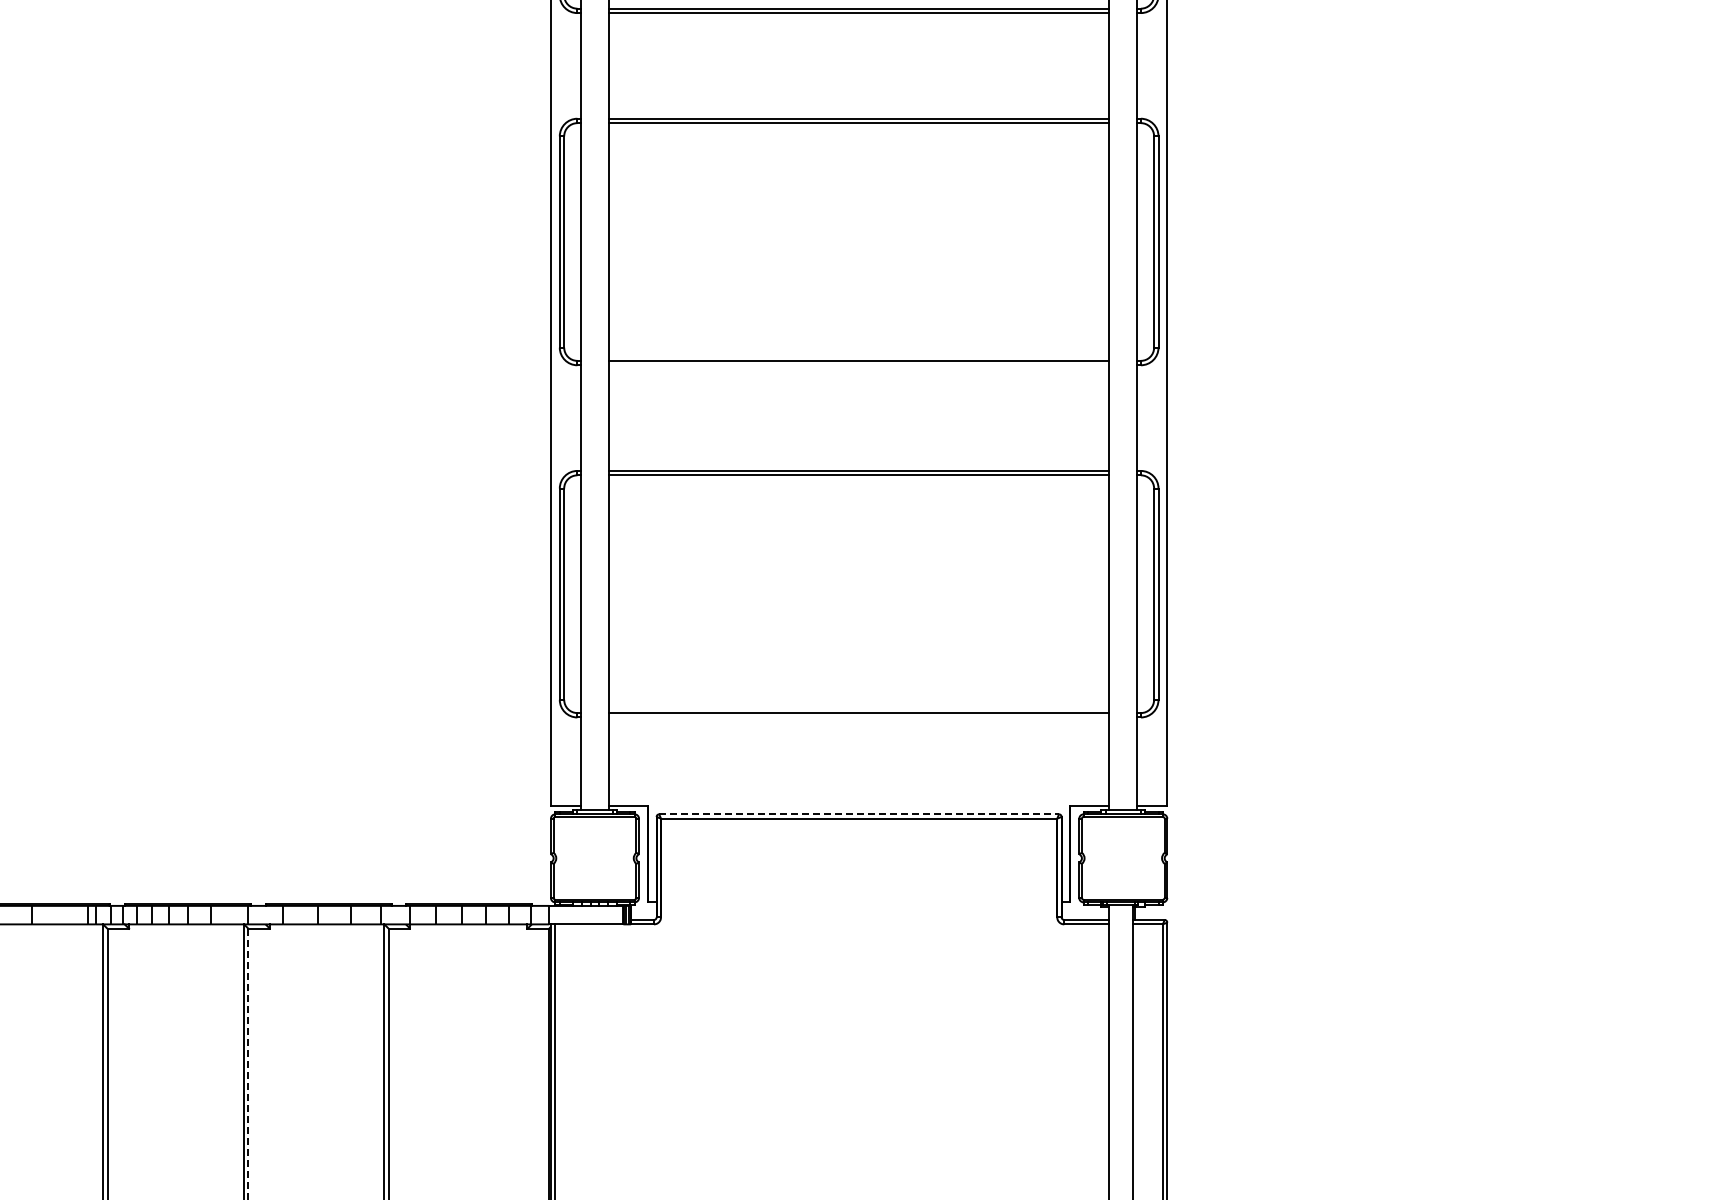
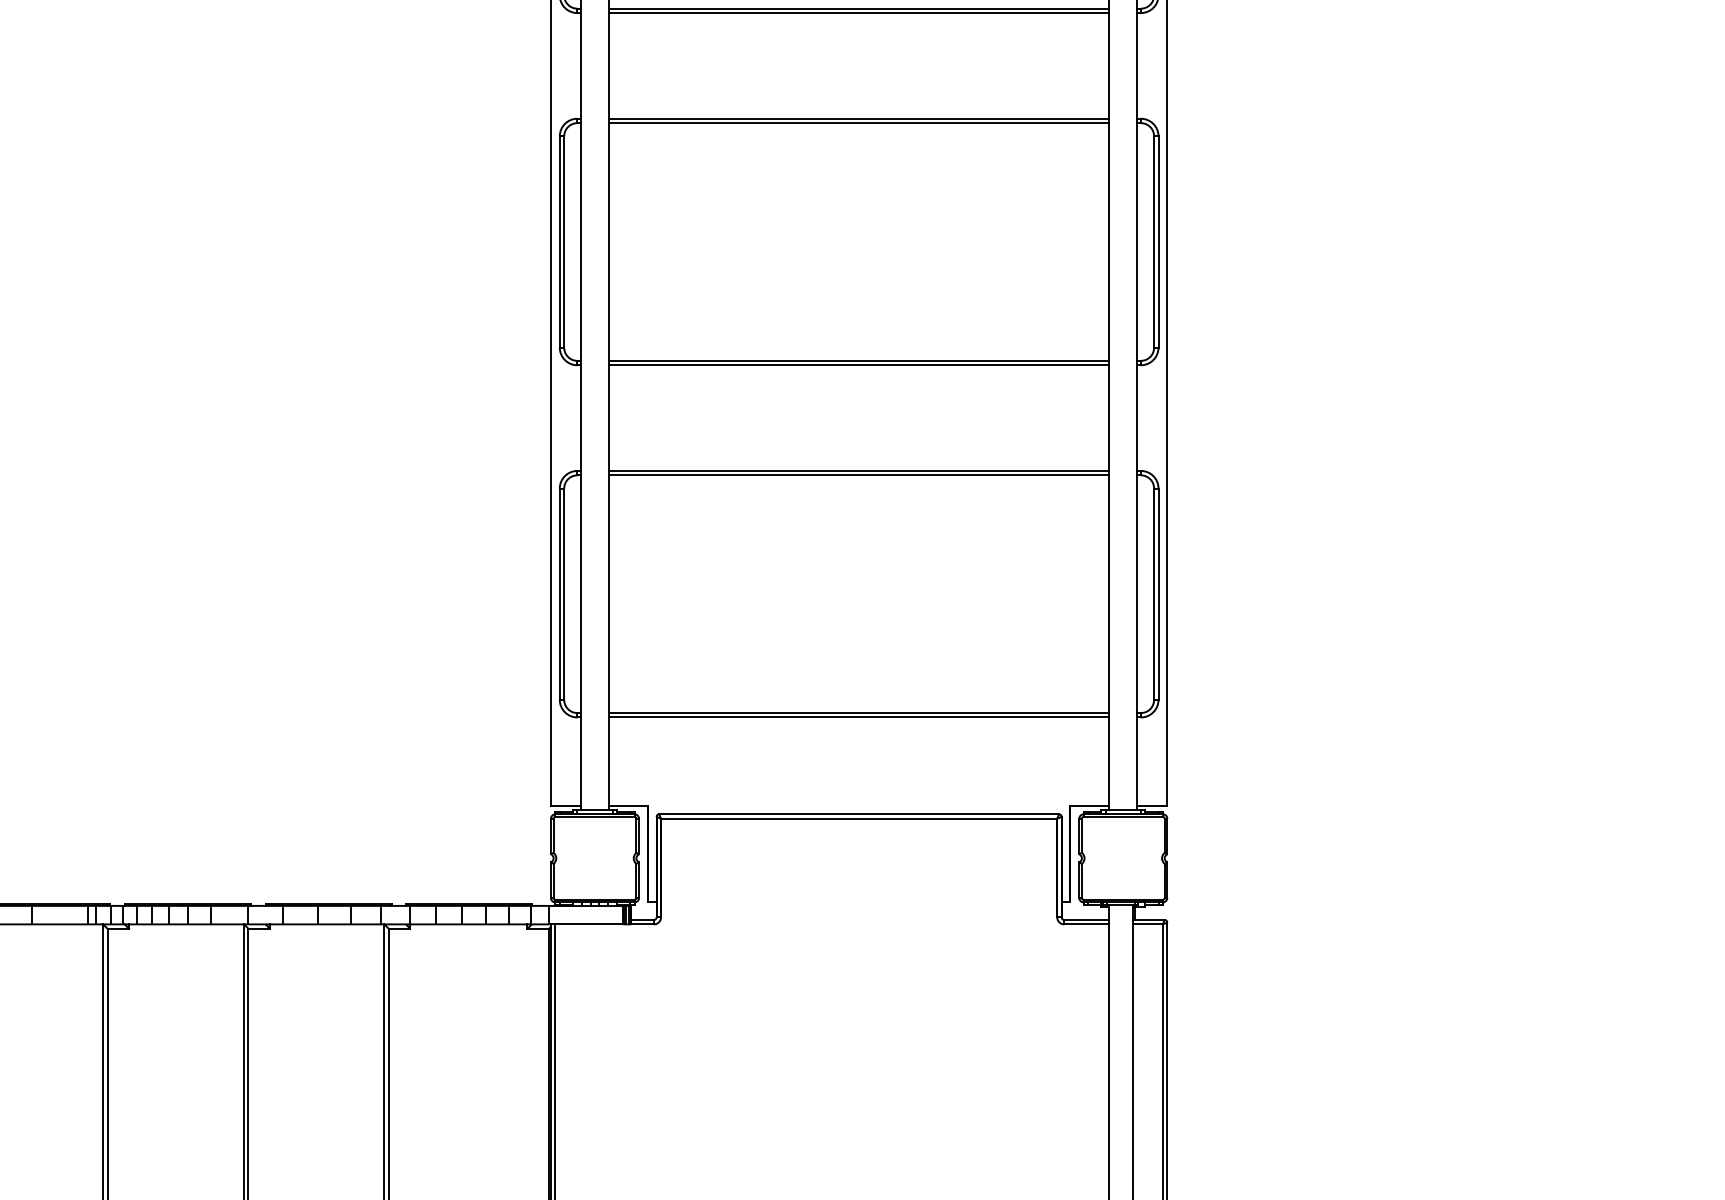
line at (859, 365): none -> present
line at (859, 717): none -> present
line at (859, 814): dashed -> solid
line at (248, 1064): dashed -> solid
